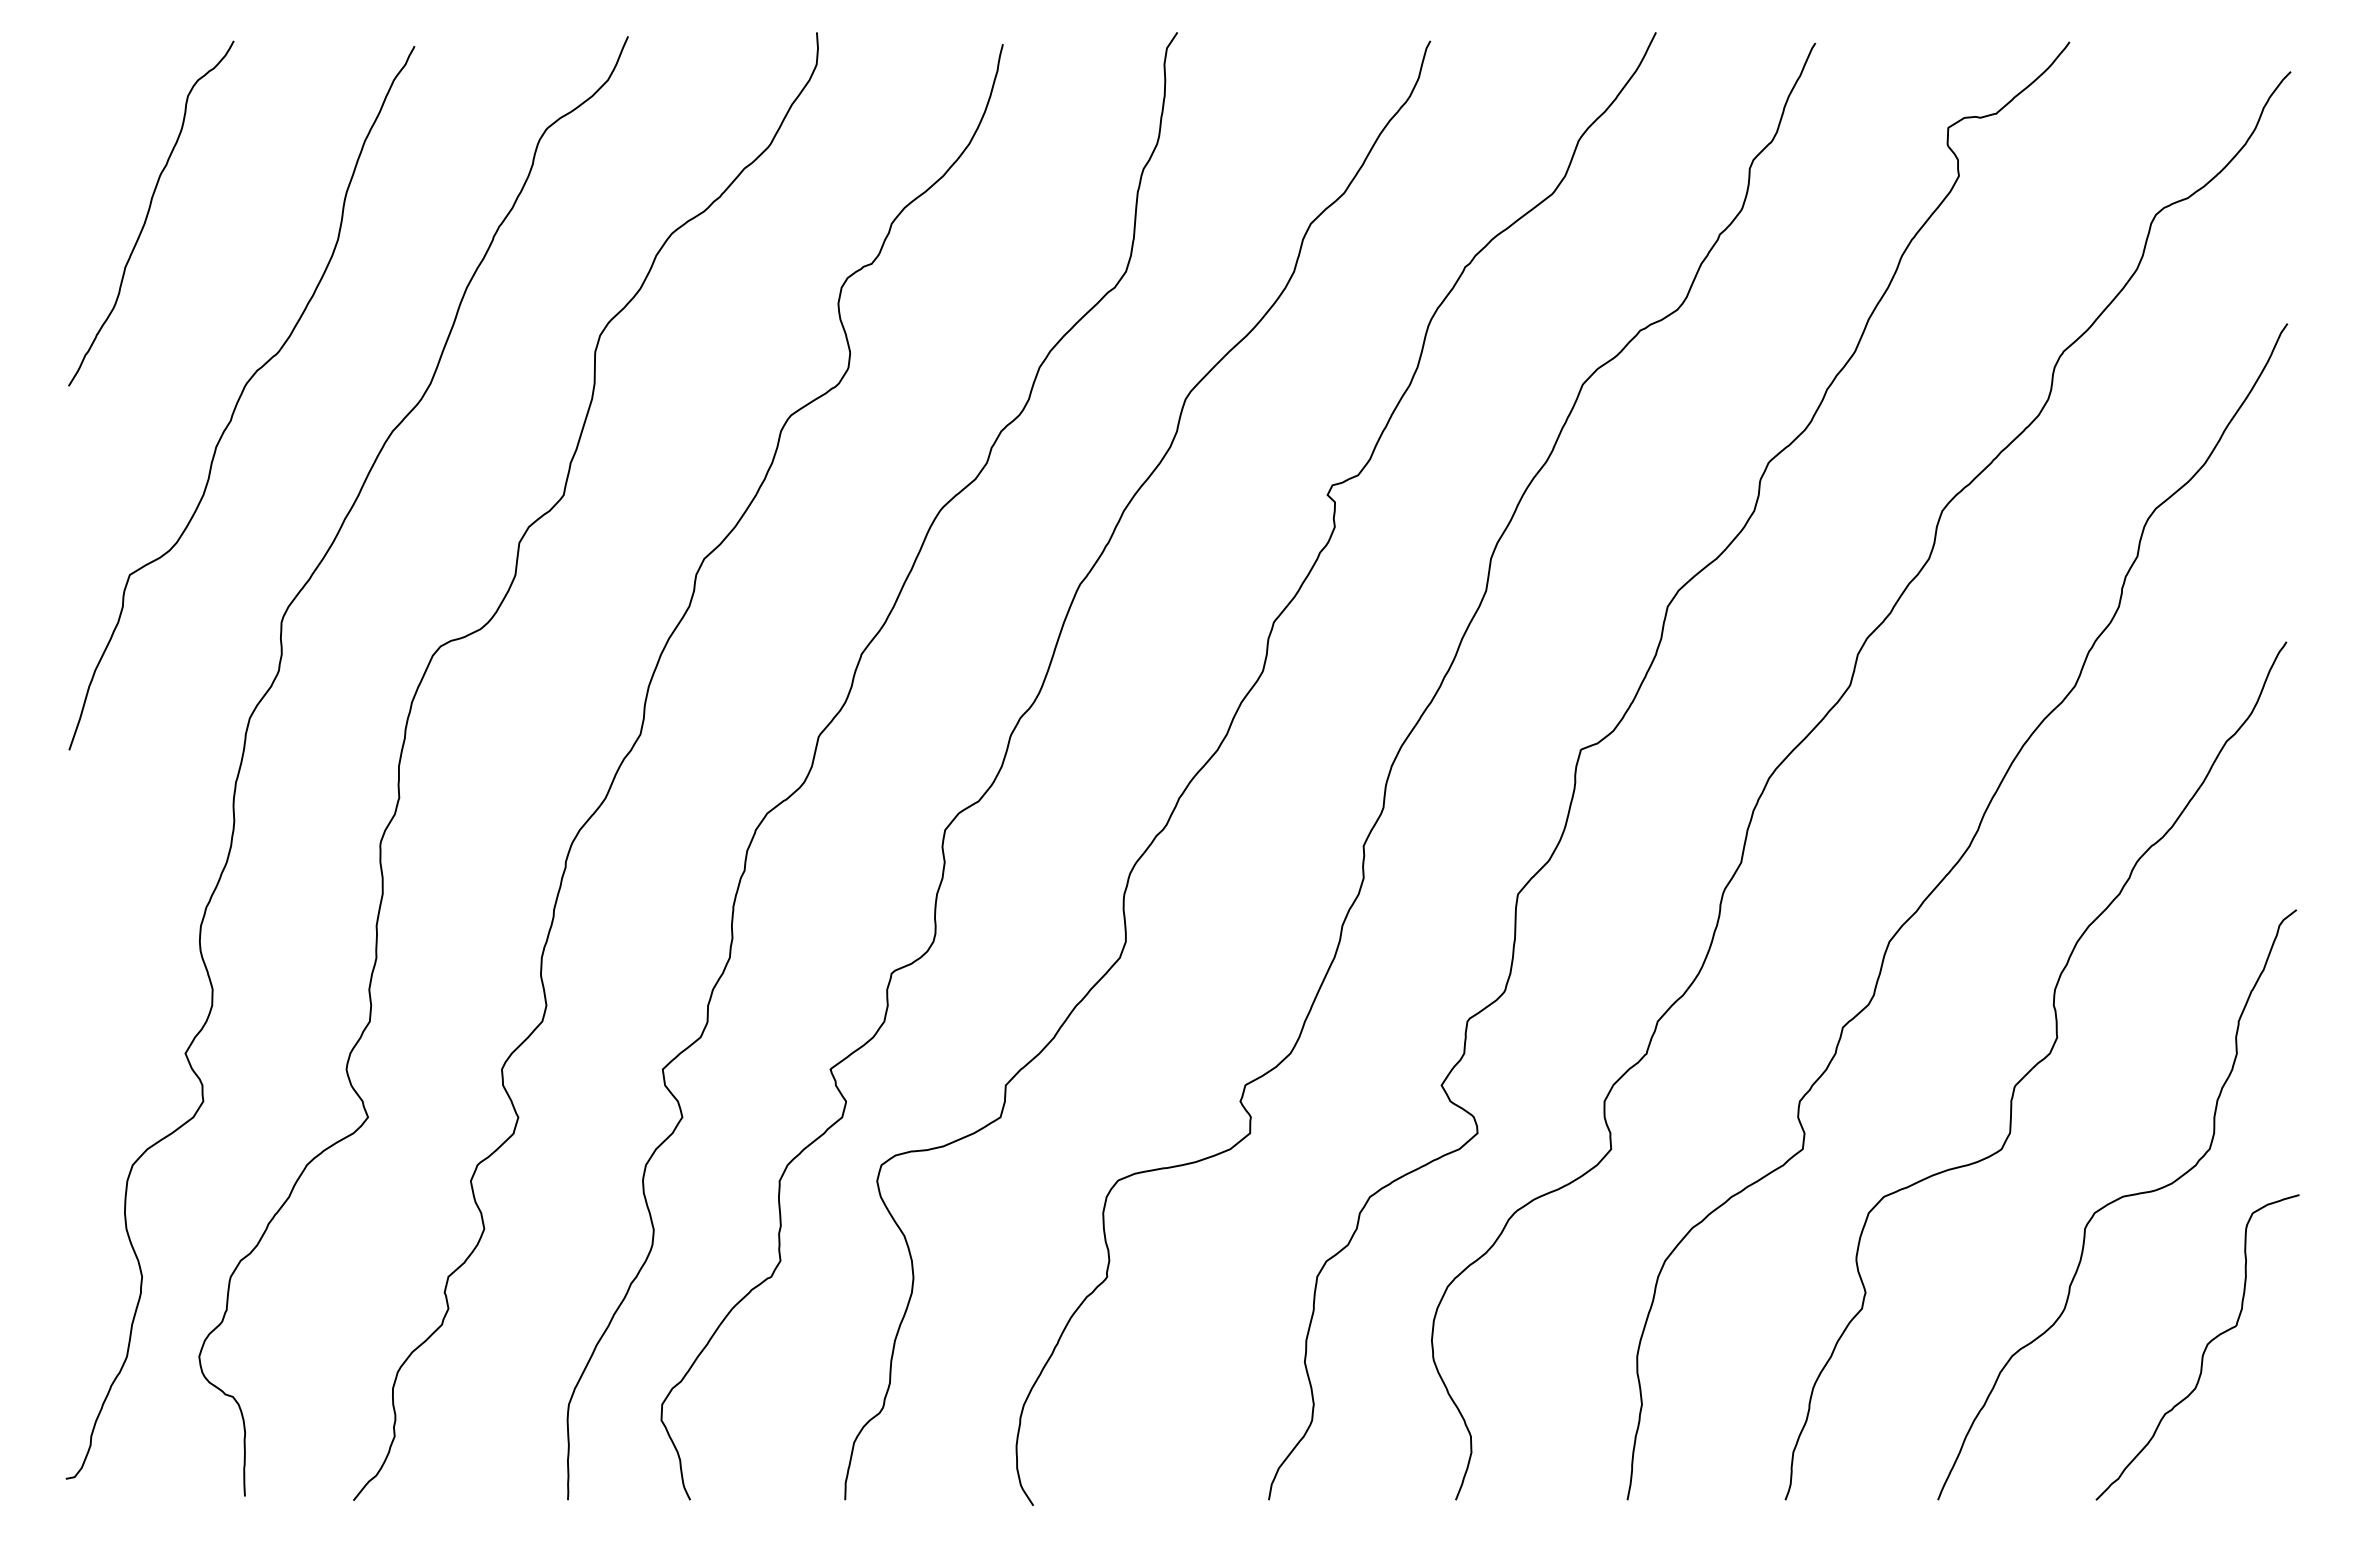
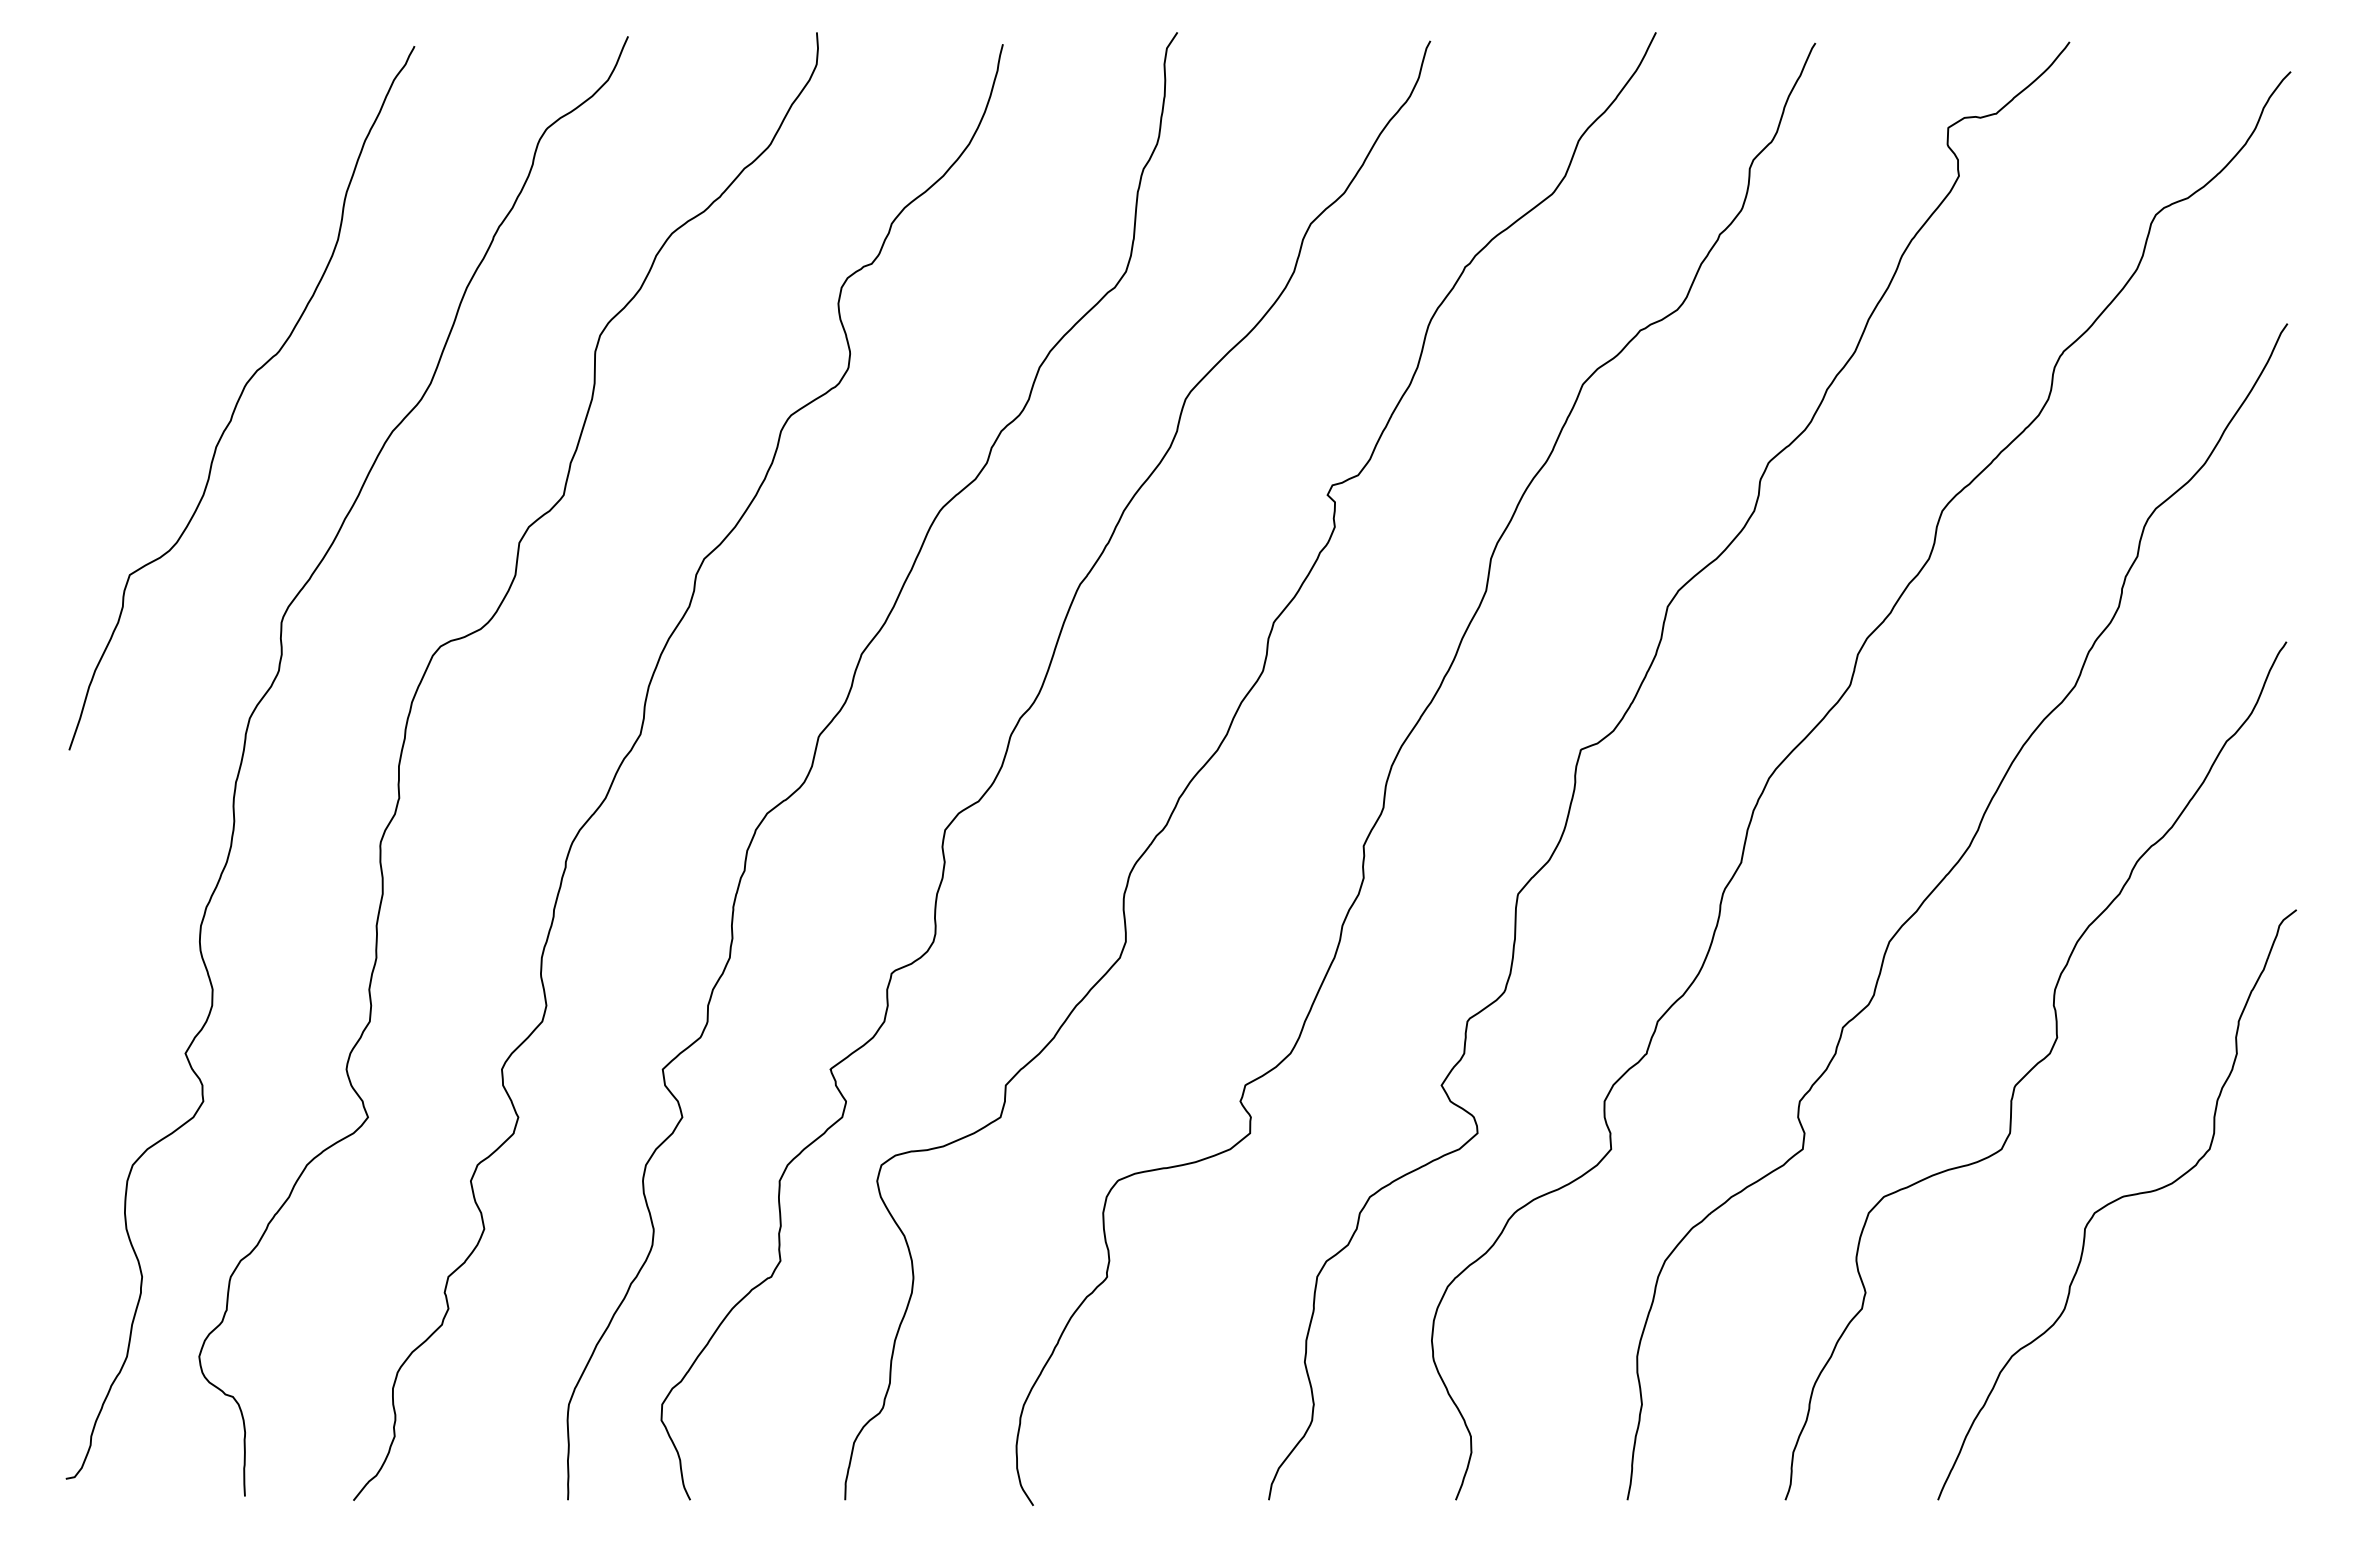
curve at (149, 212): present -> none
curve at (2204, 1348): present -> none
